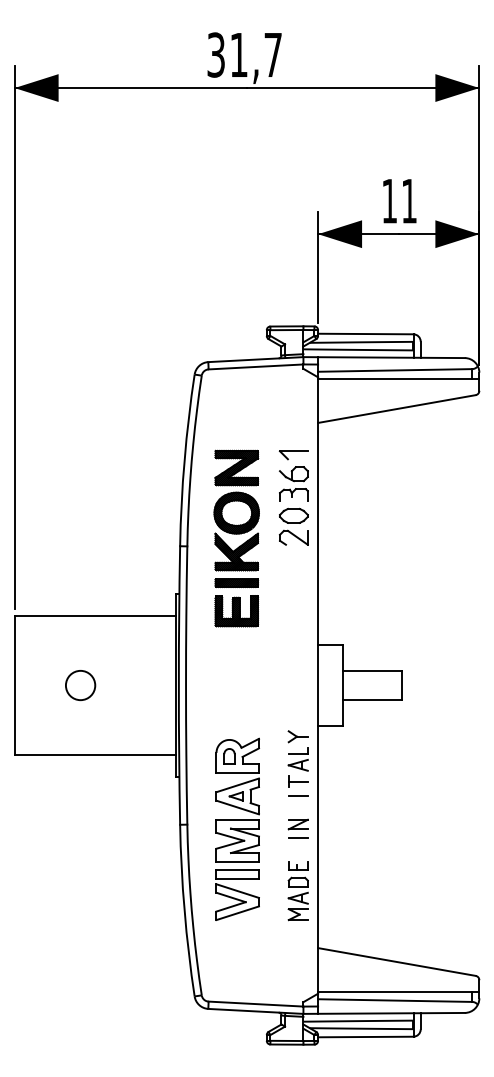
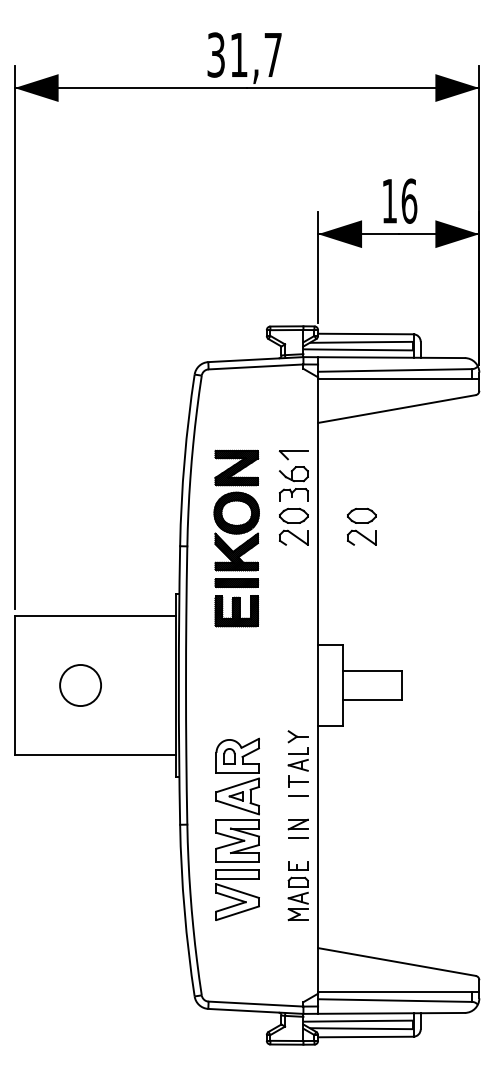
text at (409, 200): 11 -> 16
part at (361, 526): none -> present
circle at (80, 685) diameter: 29 px -> 41 px
